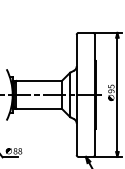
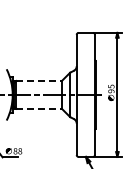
line at (39, 80): solid -> dashed
line at (39, 109): solid -> dashed
